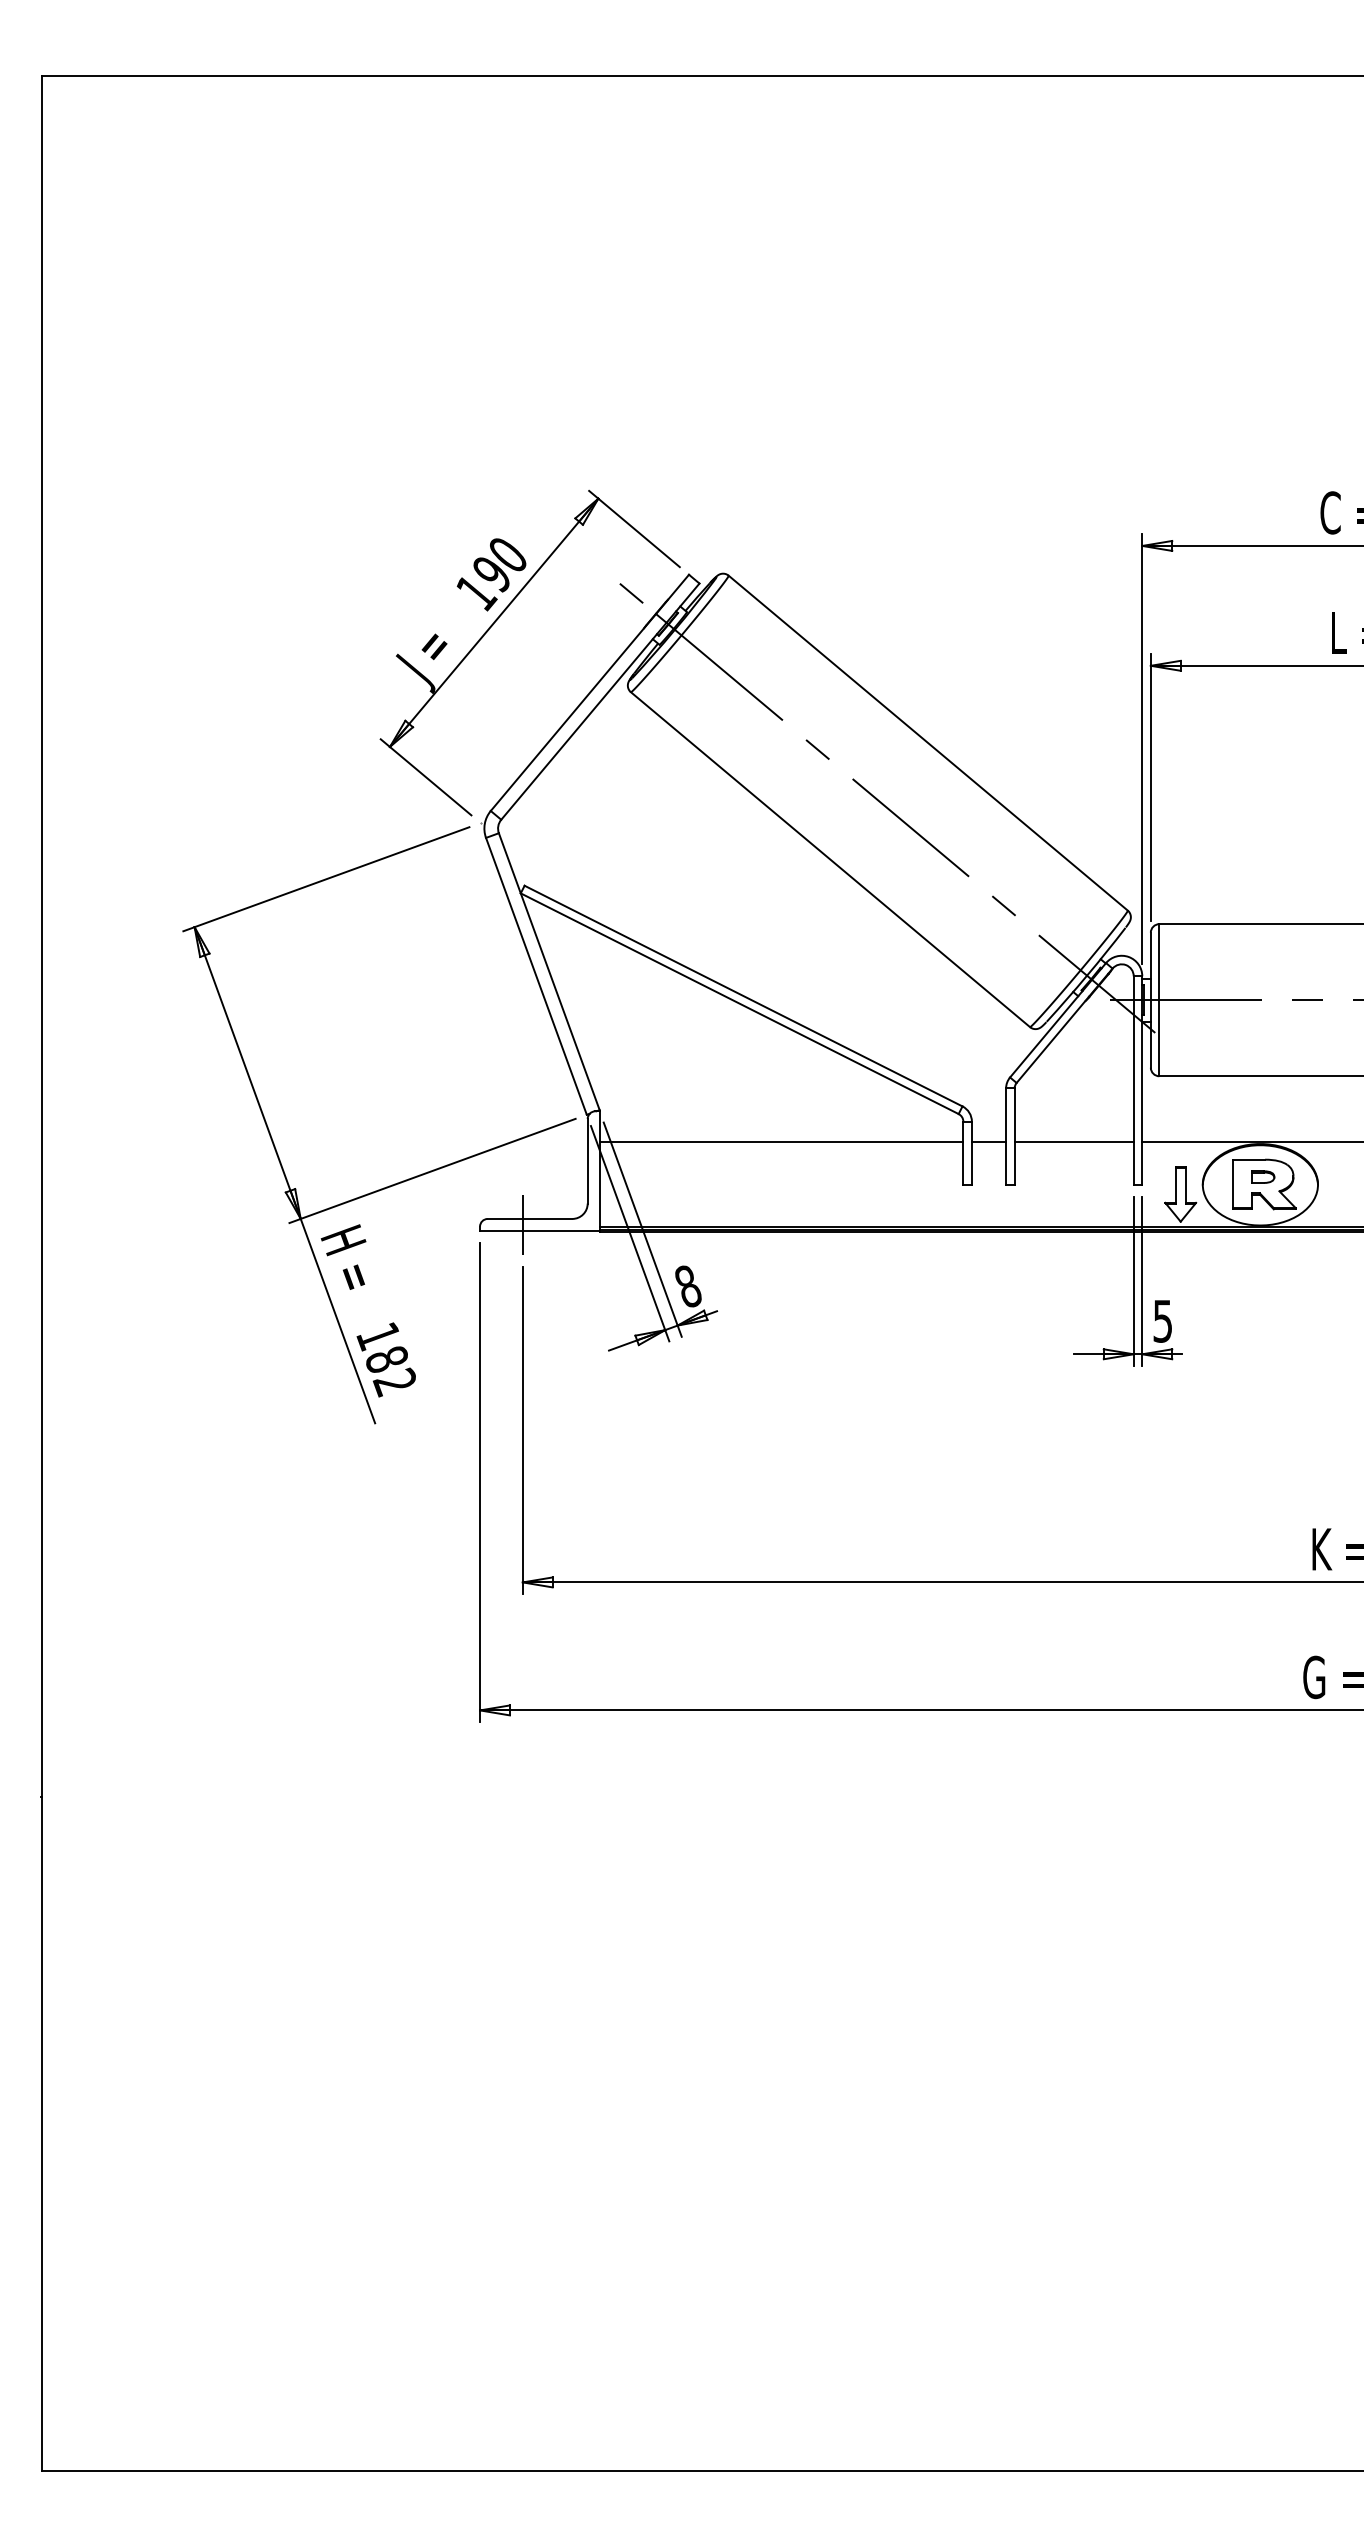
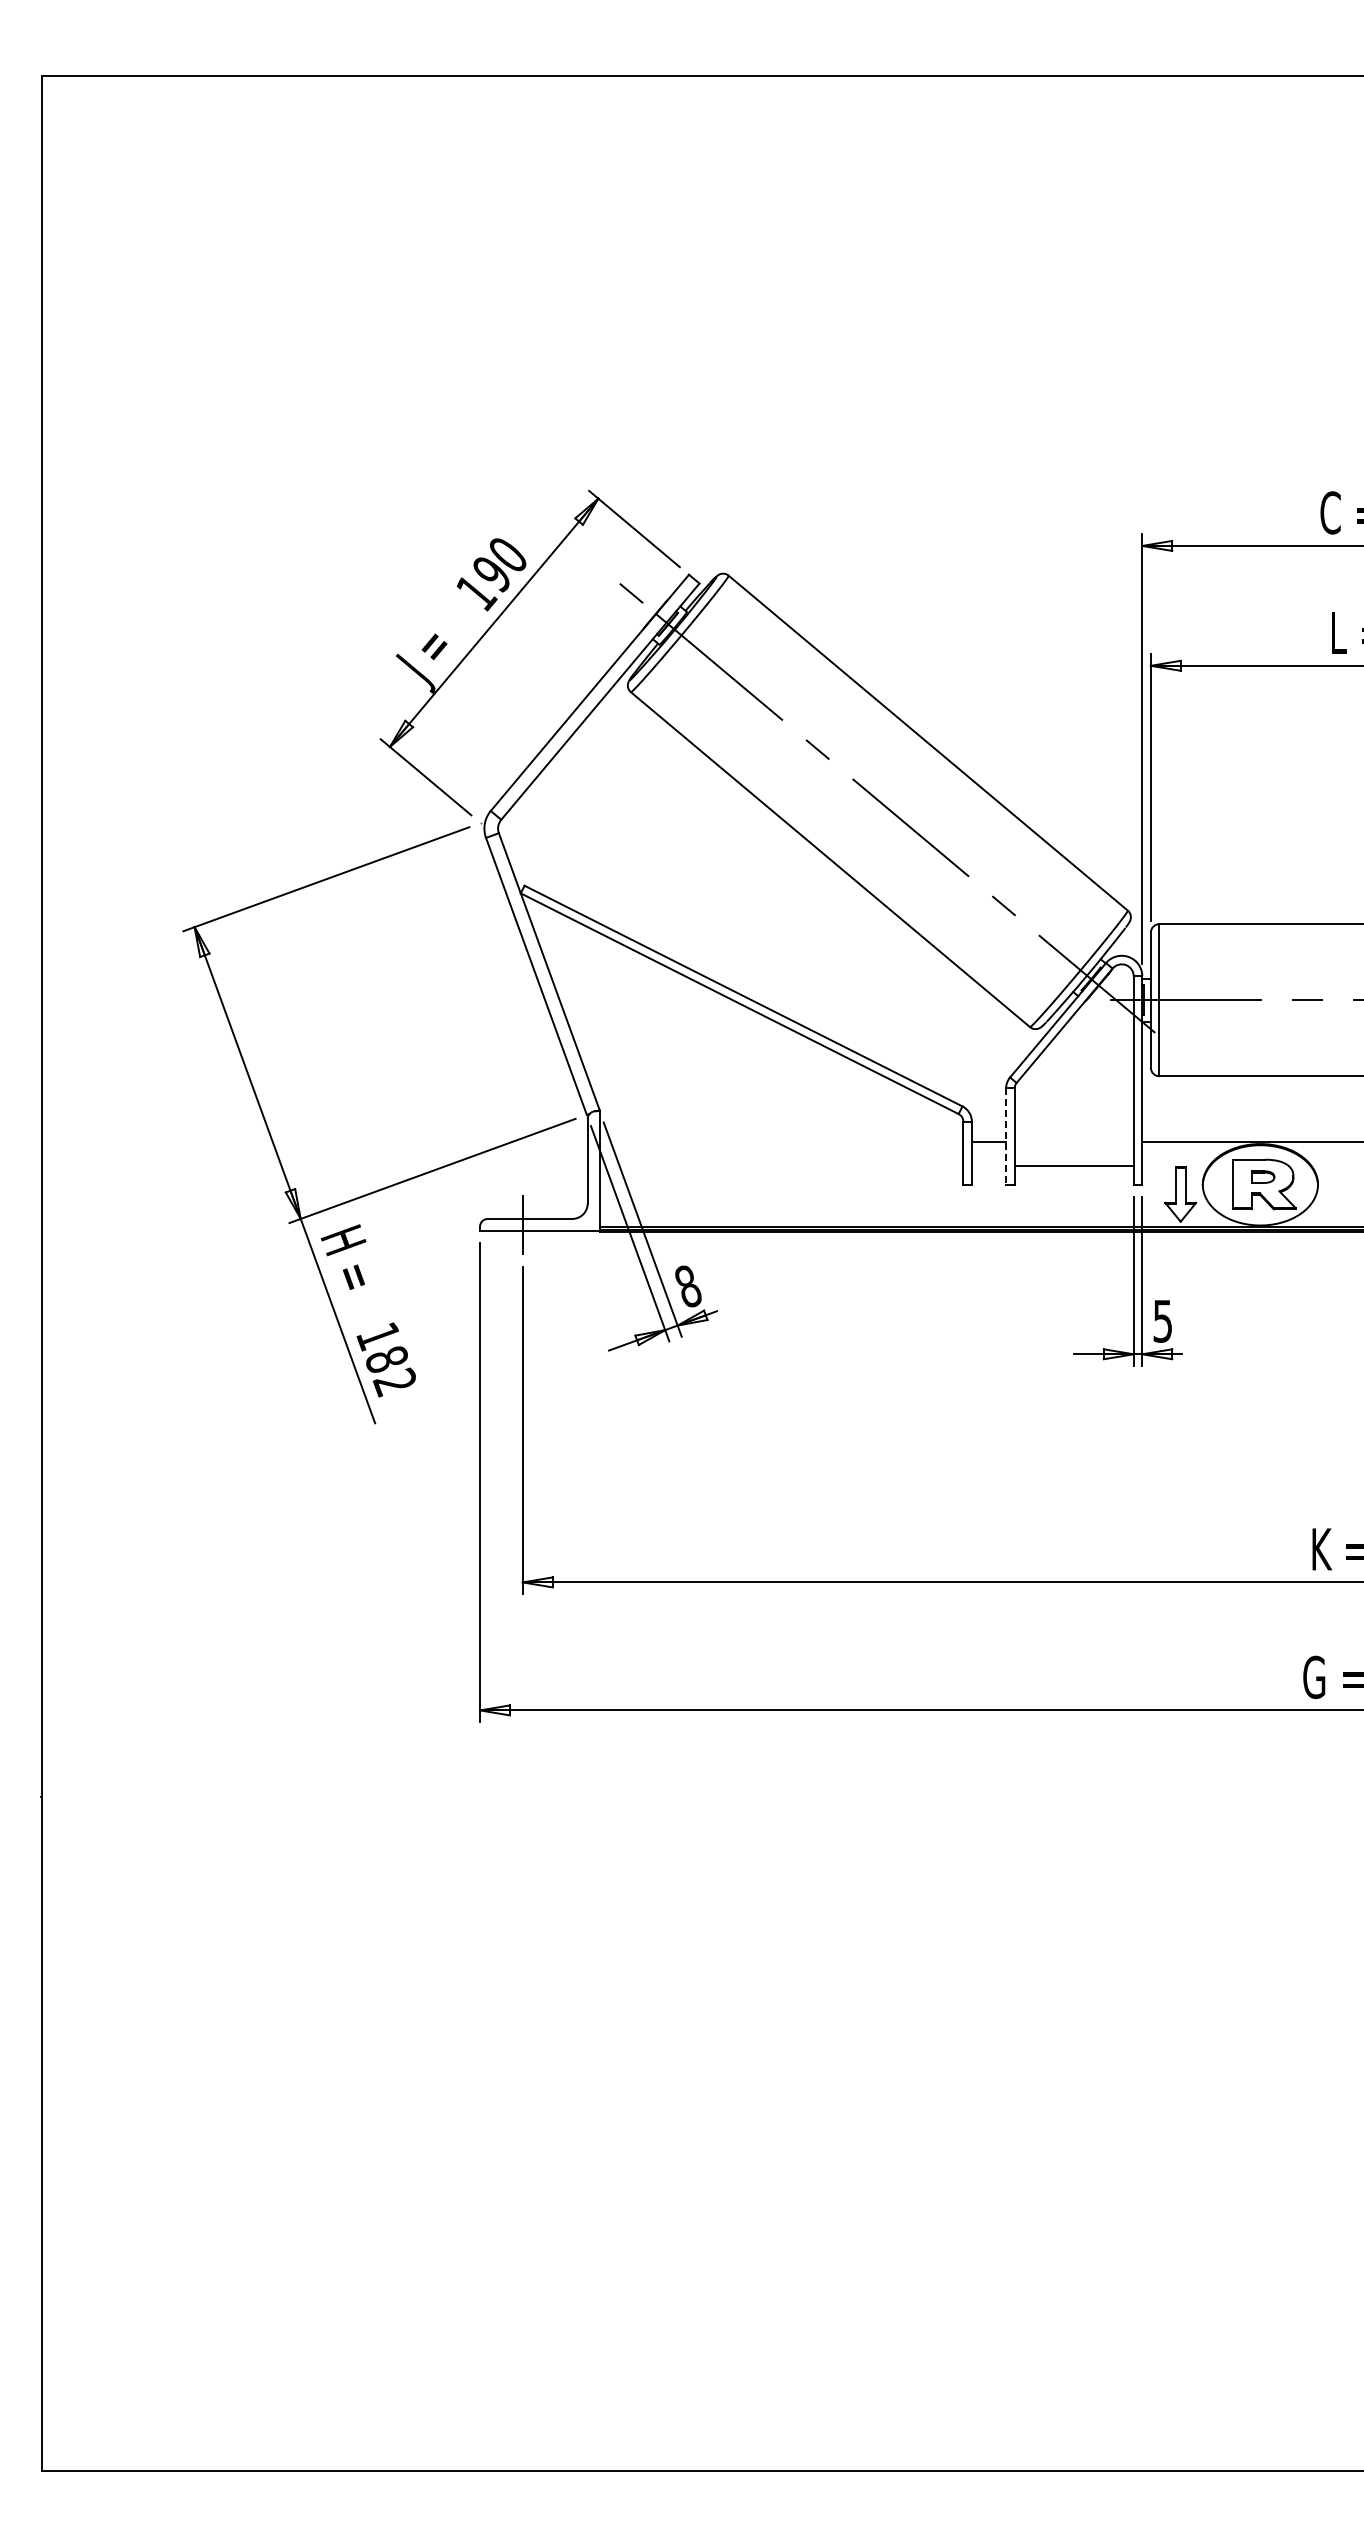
line at (1006, 1137): solid -> dashed
line at (781, 1142): present -> none
line at (1073, 1142) position: (1073, 1142) -> (1073, 1166)
